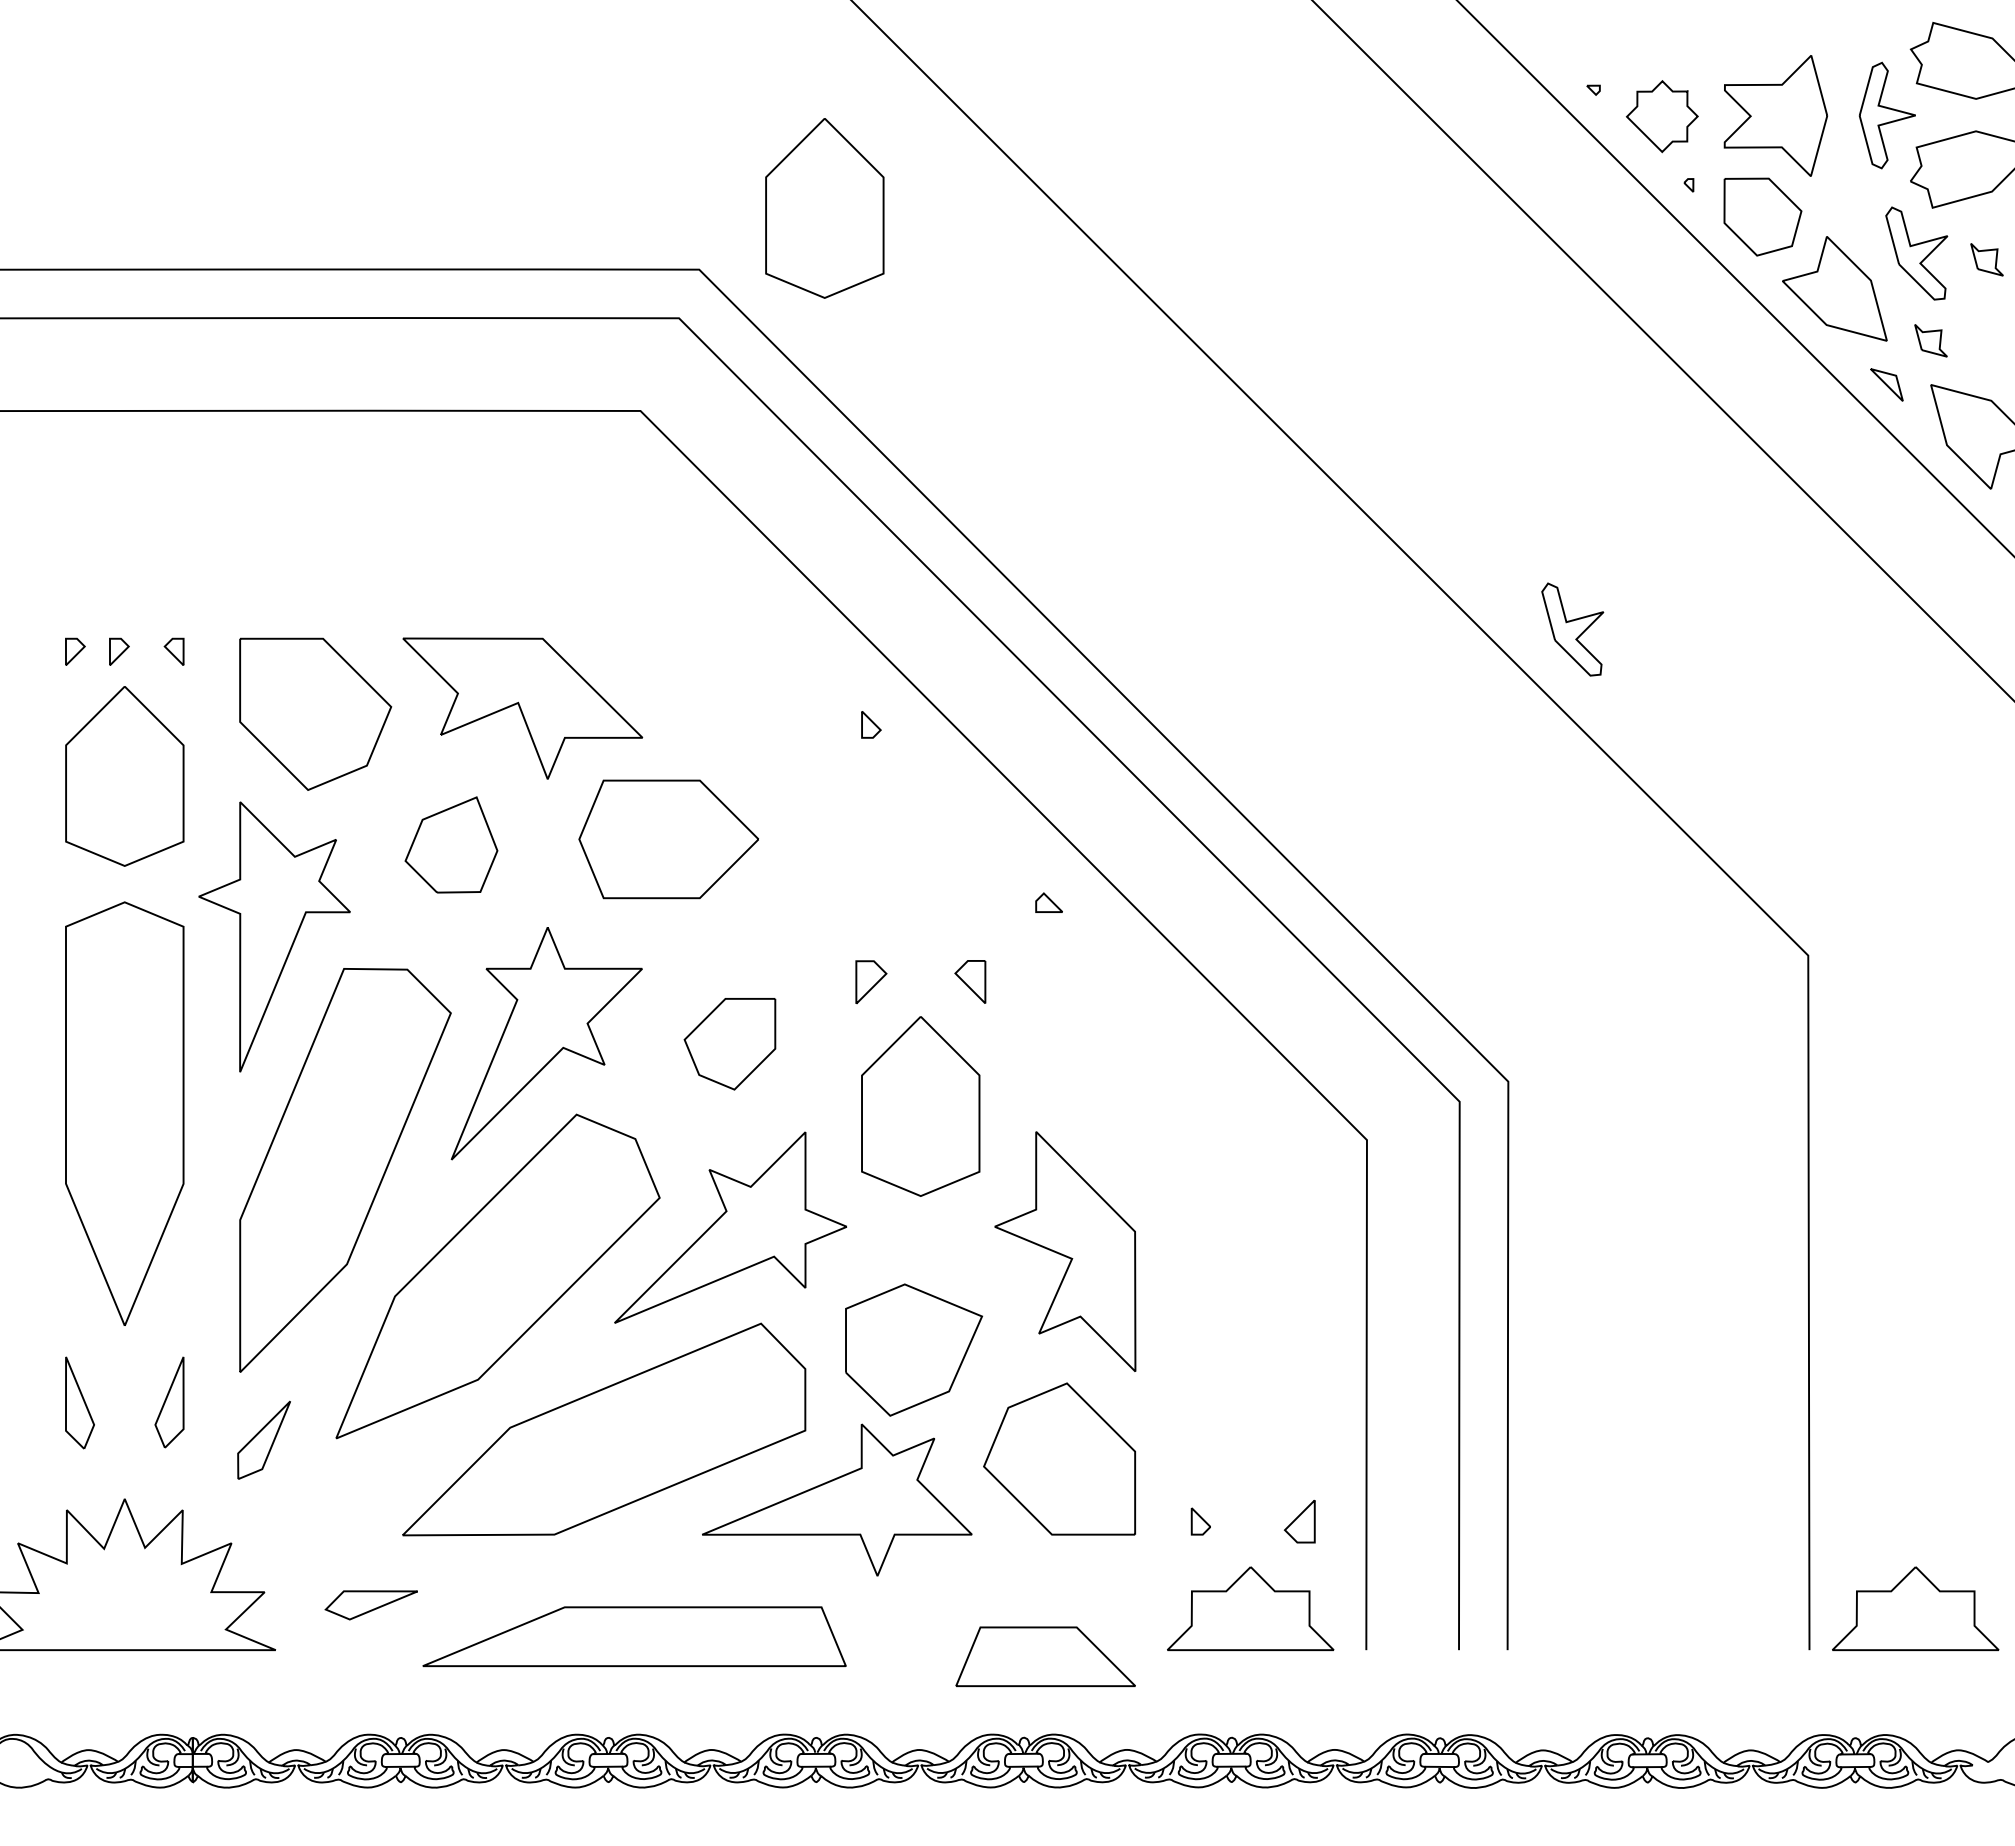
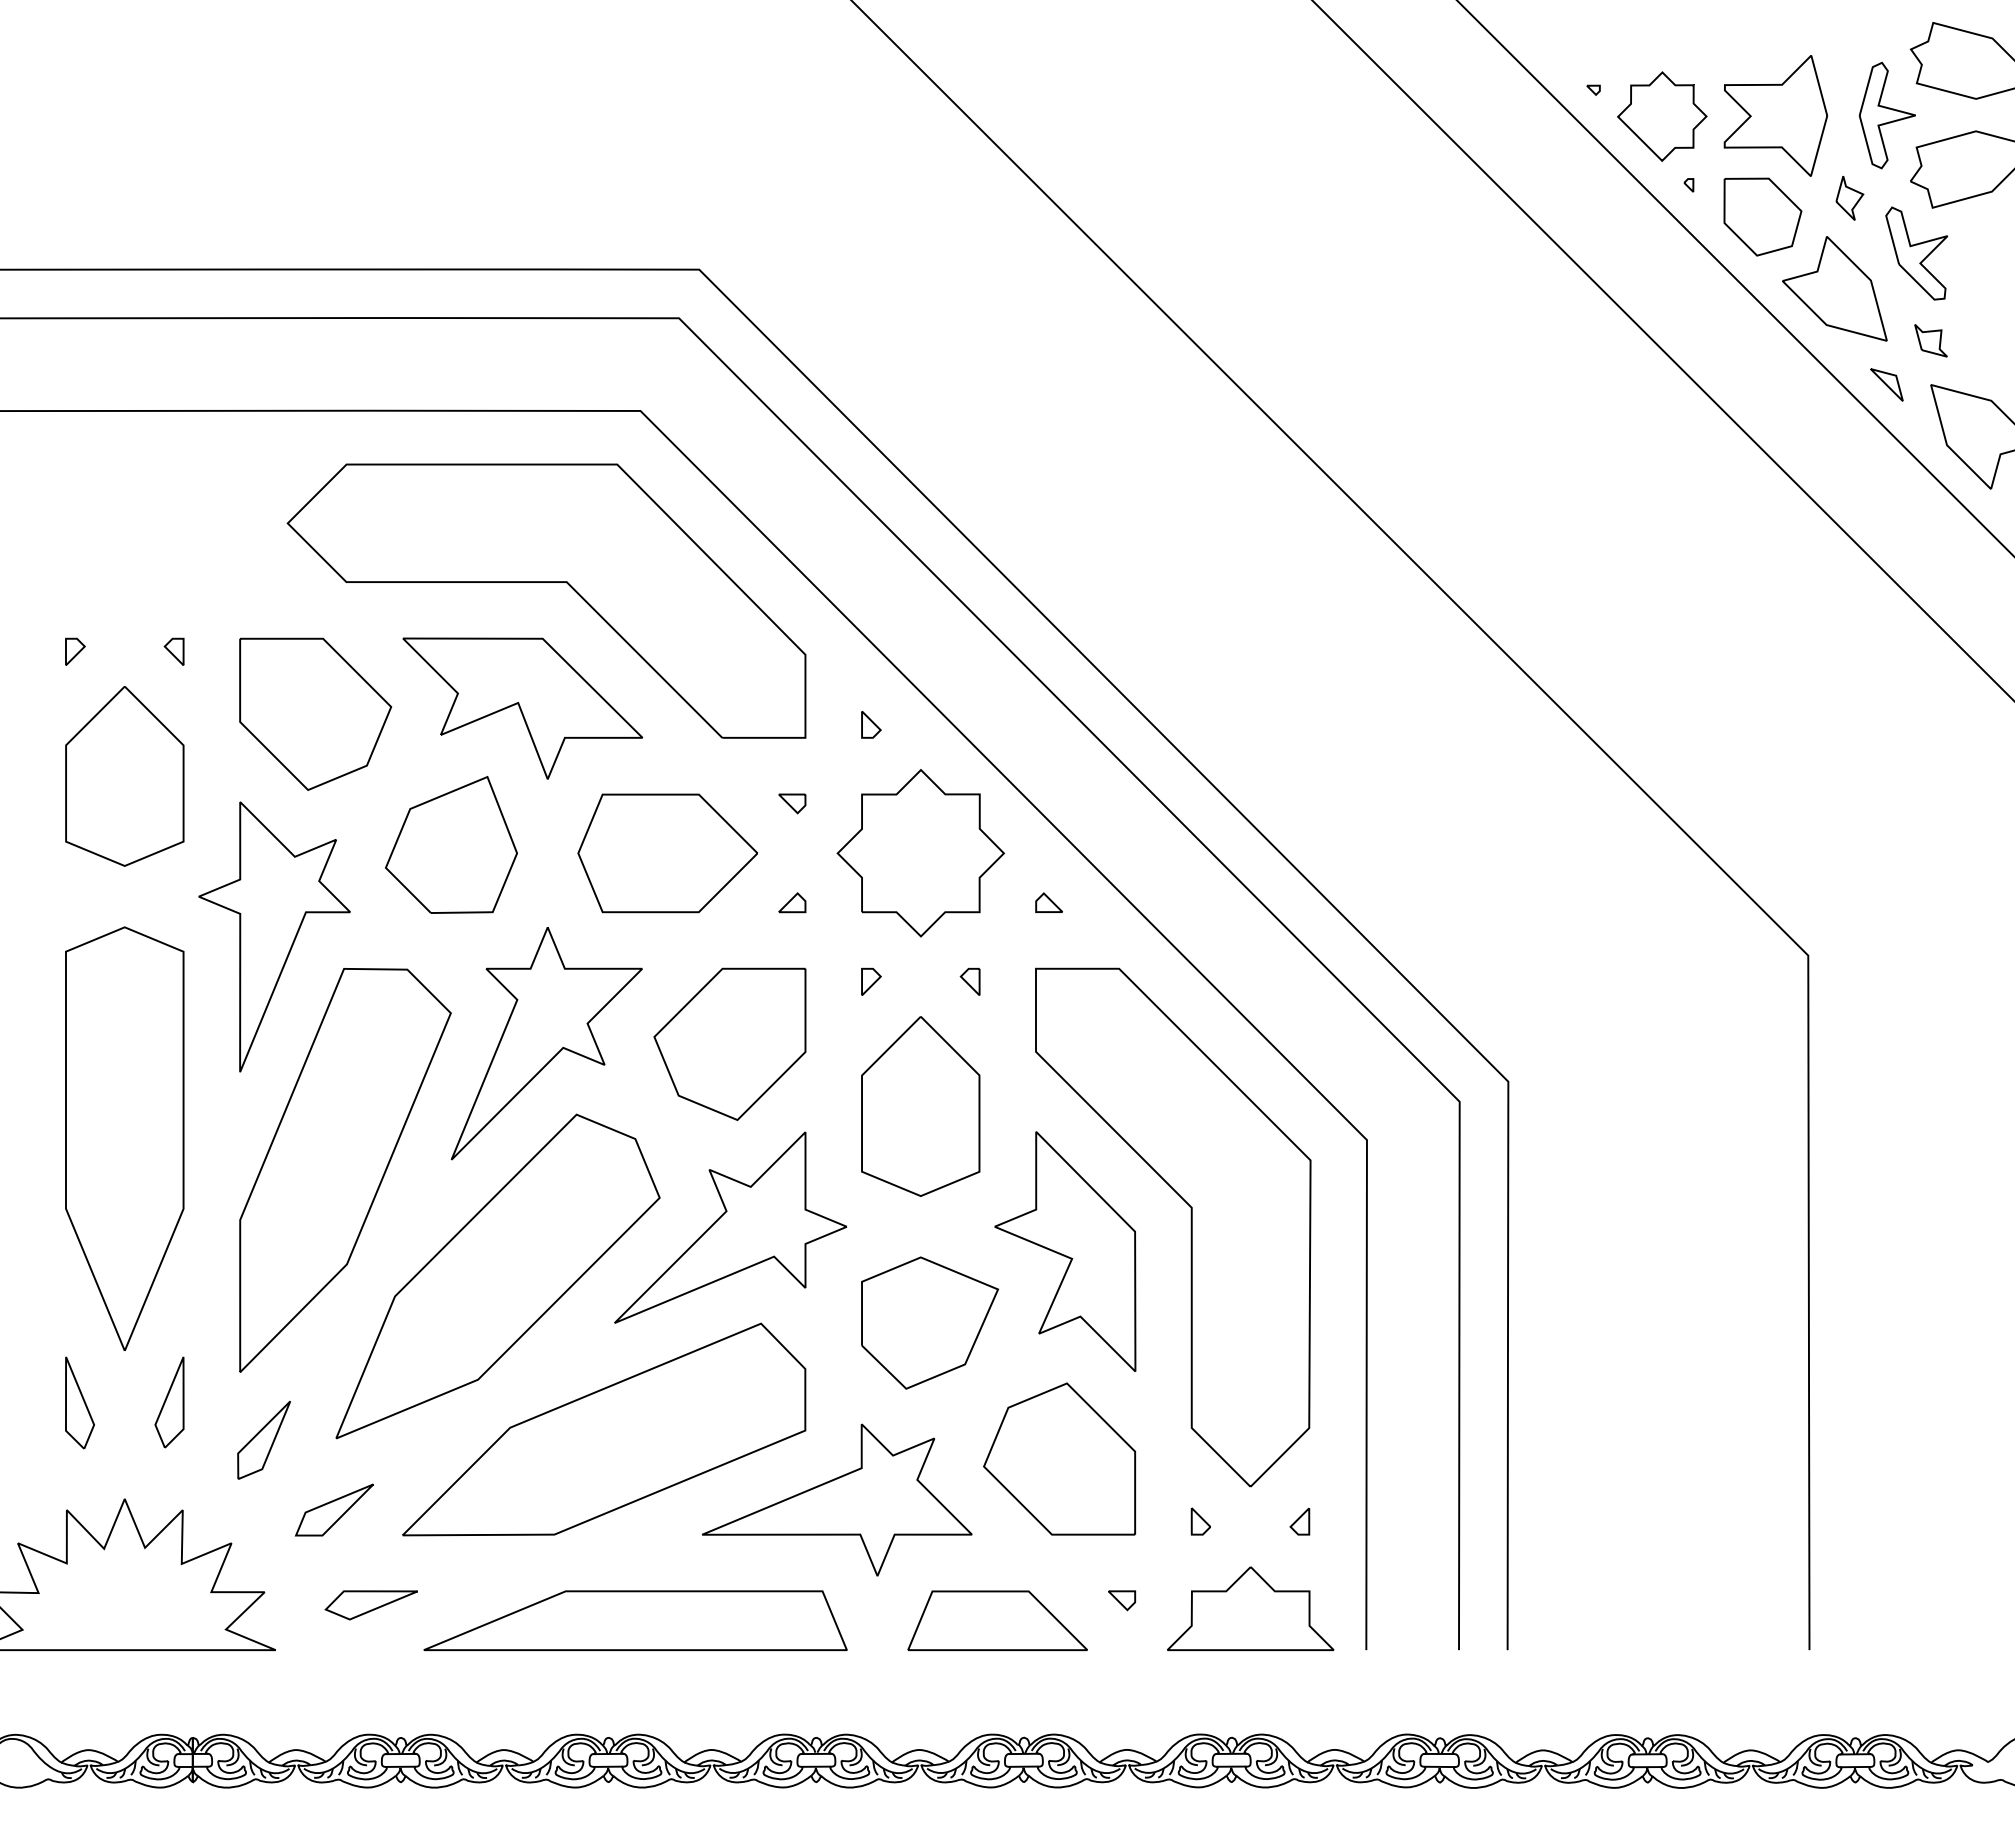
part at (1662, 116) size: 73x74 px -> 91x91 px
part at (1849, 198): none -> present
part at (824, 208): present -> none
part at (1986, 259): present -> none
part at (546, 582): none -> present
part at (1572, 629): present -> none
part at (119, 651): present -> none
part at (792, 803): none -> present
part at (668, 839) position: (668, 839) -> (667, 853)
part at (451, 844) size: 95x98 px -> 133x138 px
part at (920, 853): none -> present
part at (792, 902): none -> present
part at (970, 981) size: 33x44 px -> 22x28 px
part at (871, 982) size: 33x45 px -> 21x29 px
part at (729, 1044) size: 94x93 px -> 154x154 px
part at (124, 1113) position: (124, 1113) -> (124, 1138)
part at (1190, 1227): none -> present
part at (914, 1349) position: (914, 1349) -> (930, 1322)
part at (333, 1509): none -> present
part at (1299, 1521) size: 33x44 px -> 22x29 px
part at (1122, 1600): none -> present
part at (1915, 1608): present -> none
part at (634, 1636) position: (634, 1636) -> (635, 1620)
part at (1045, 1656) position: (1045, 1656) -> (997, 1620)
